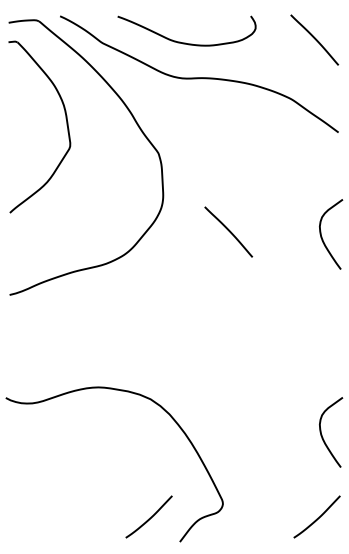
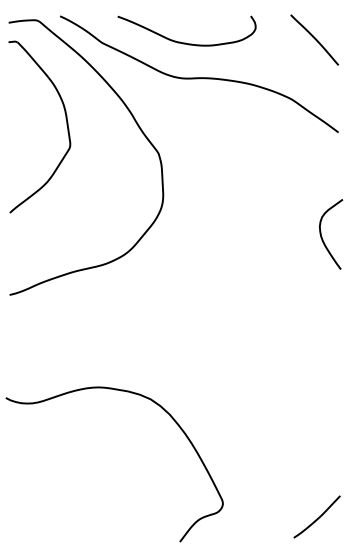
curve at (228, 231): present -> none
curve at (322, 434): present -> none
curve at (149, 517): present -> none
